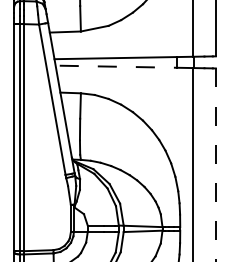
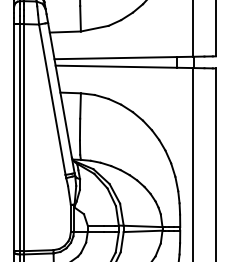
line at (124, 66): dashed -> solid
line at (215, 165): dashed -> solid
